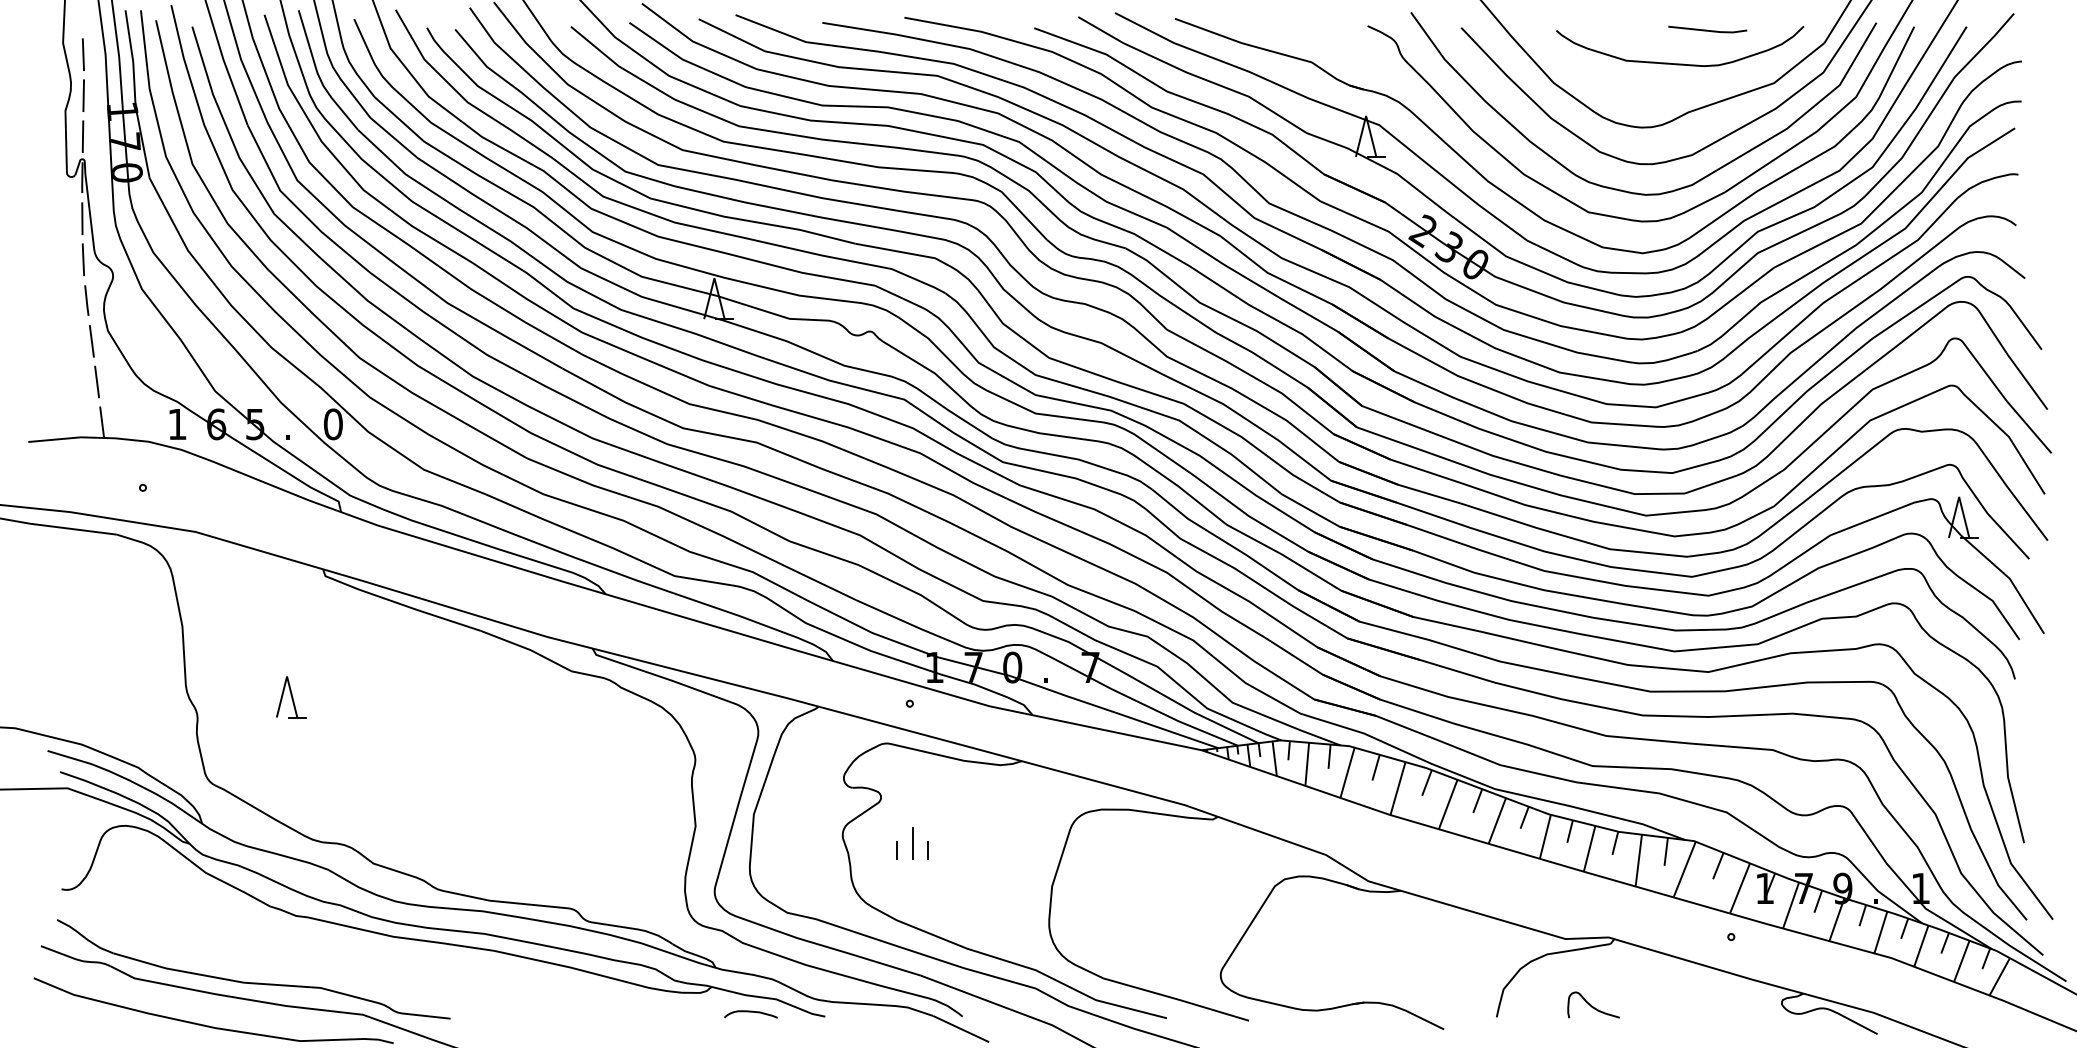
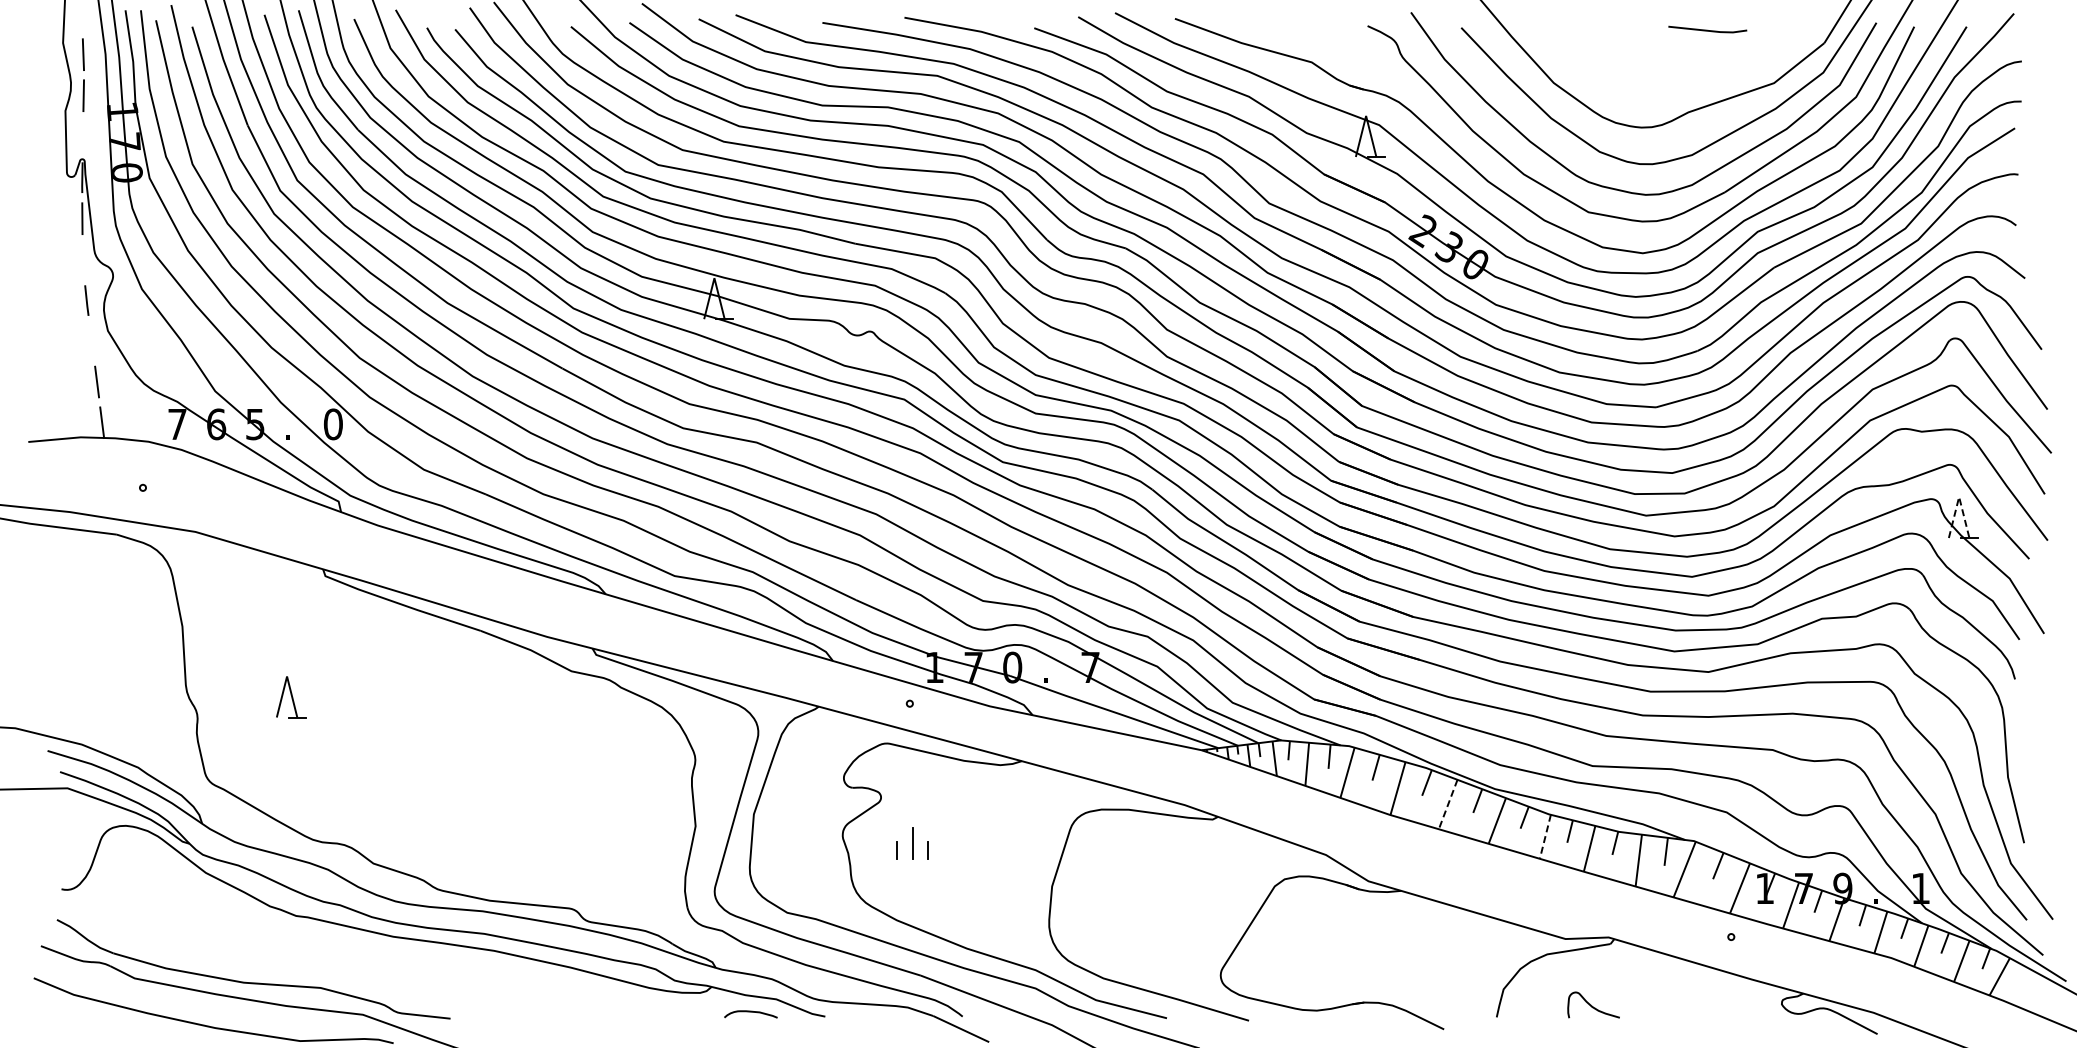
curve at (1680, 63): present -> none
line at (82, 136): present -> none
line at (83, 259): present -> none
line at (91, 341): present -> none
text at (177, 424): 1 -> 7
line at (1959, 496): solid -> dashed
line at (1448, 804): solid -> dashed
line at (1545, 836): solid -> dashed
